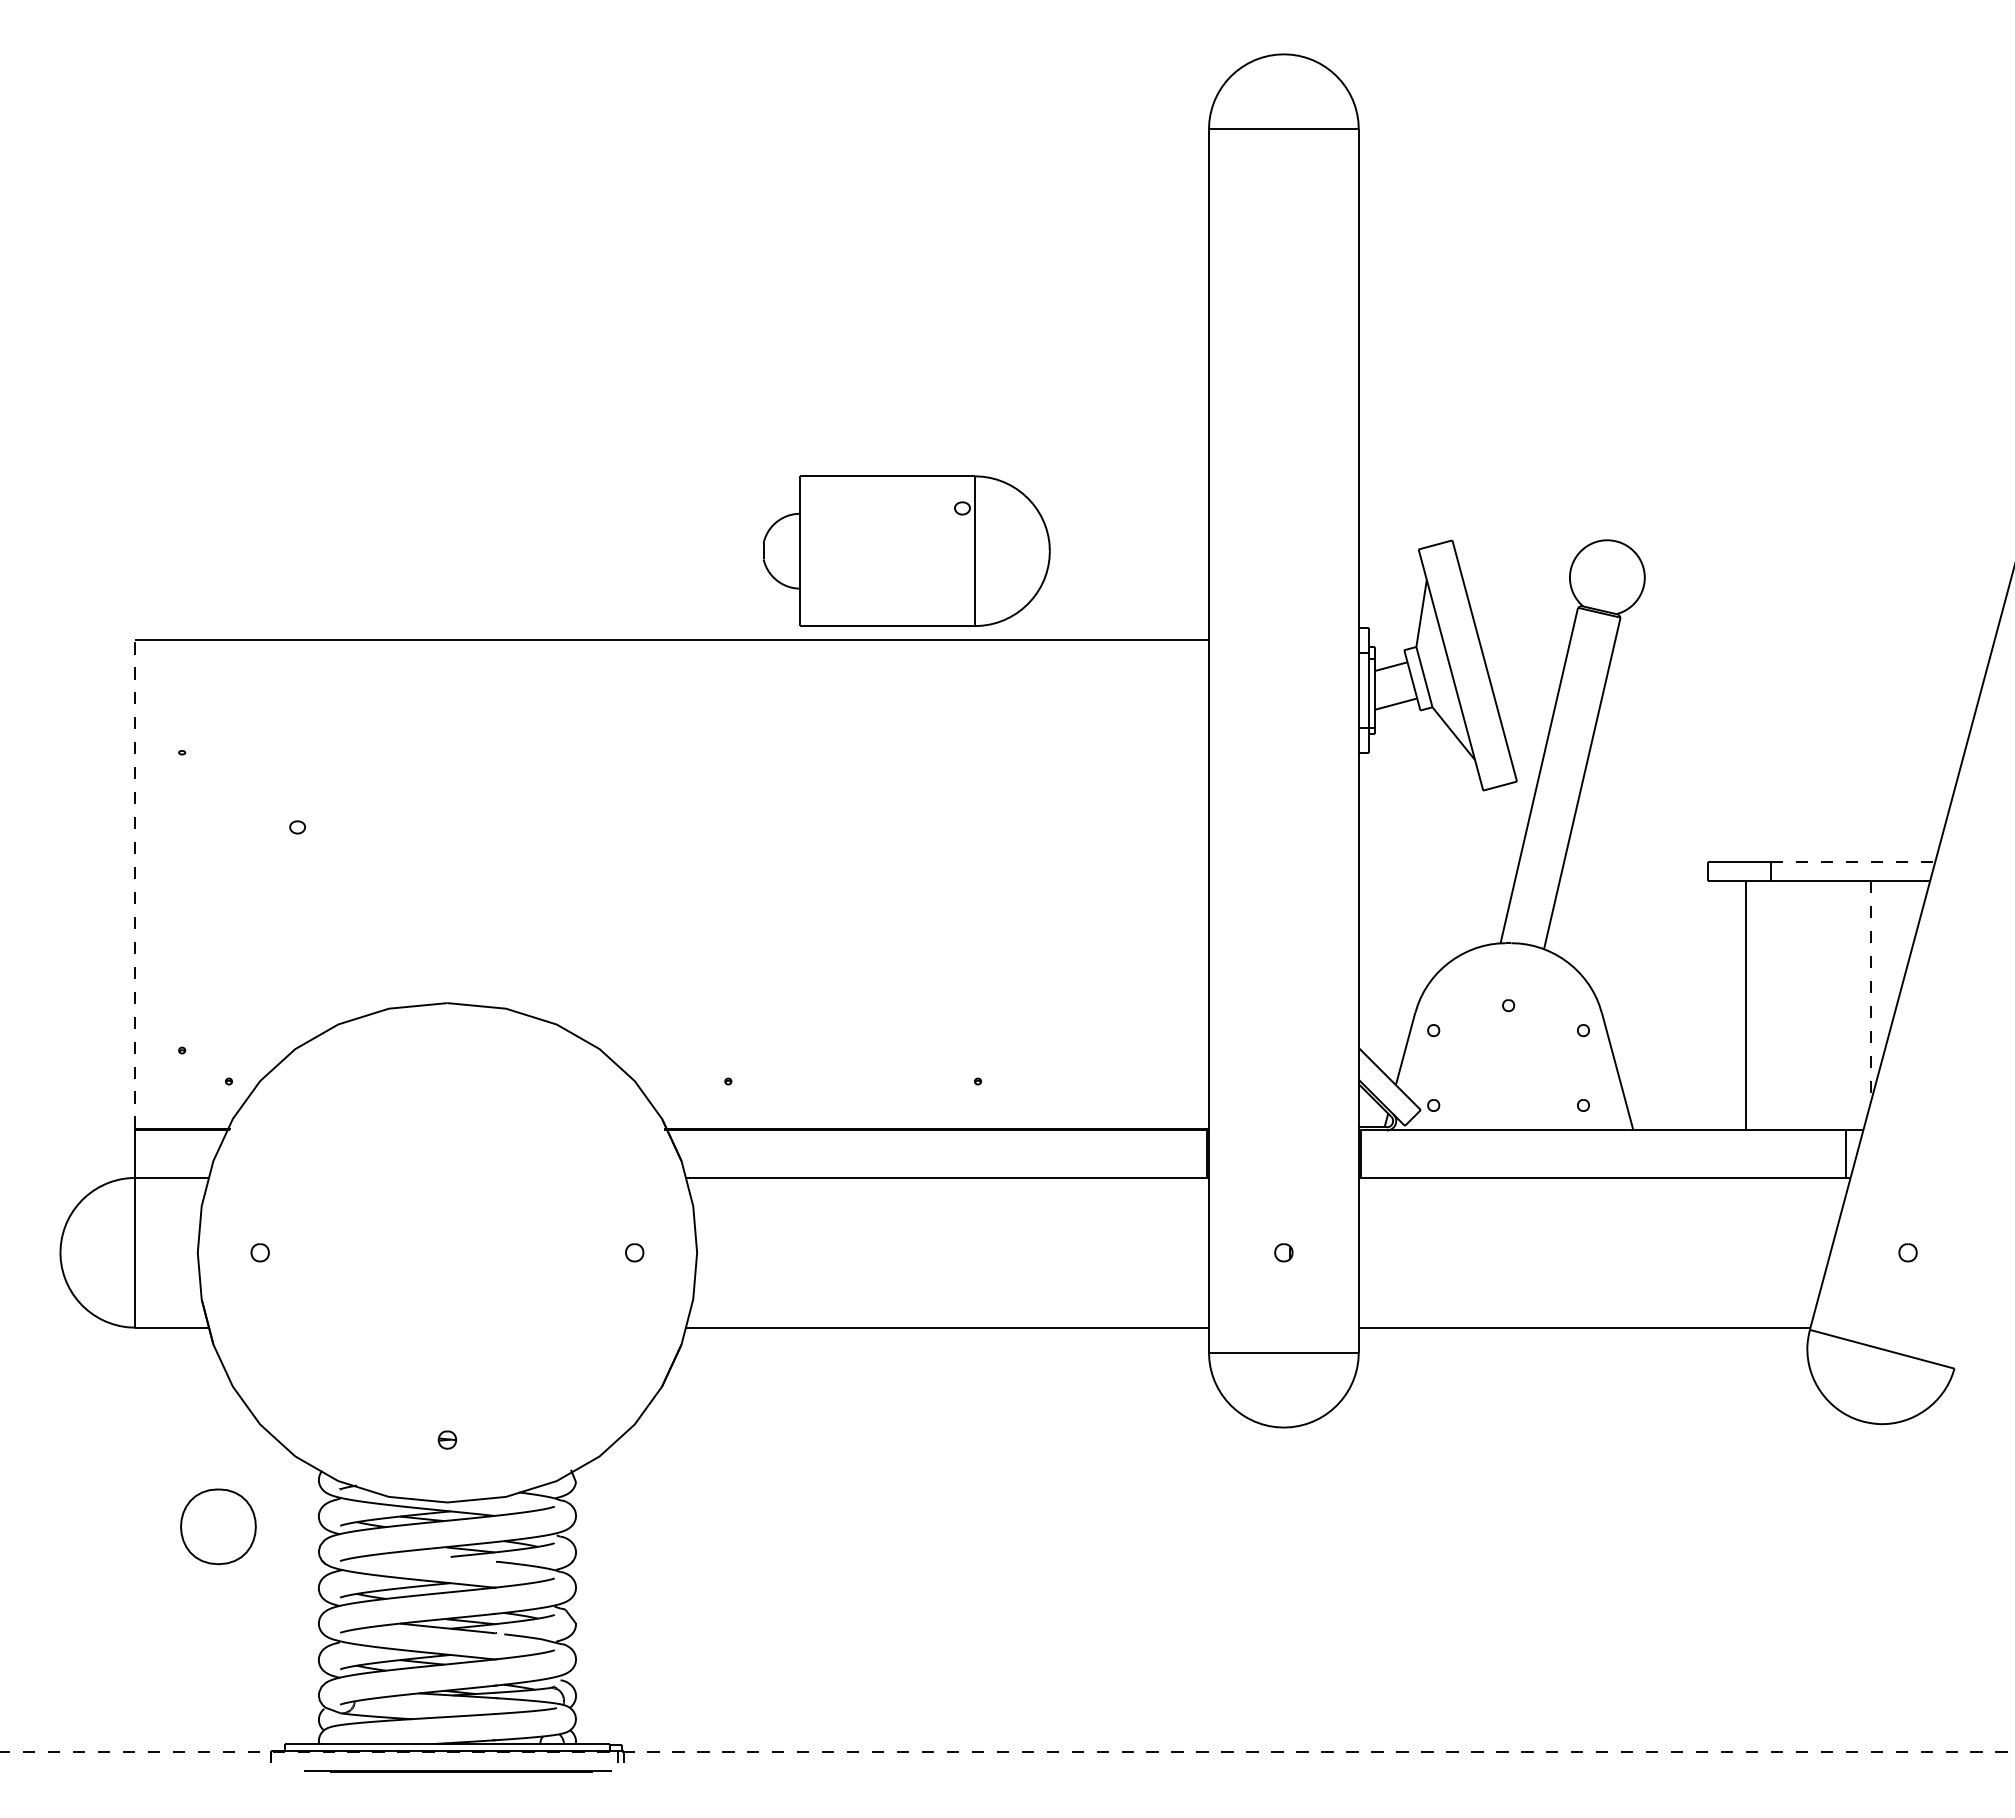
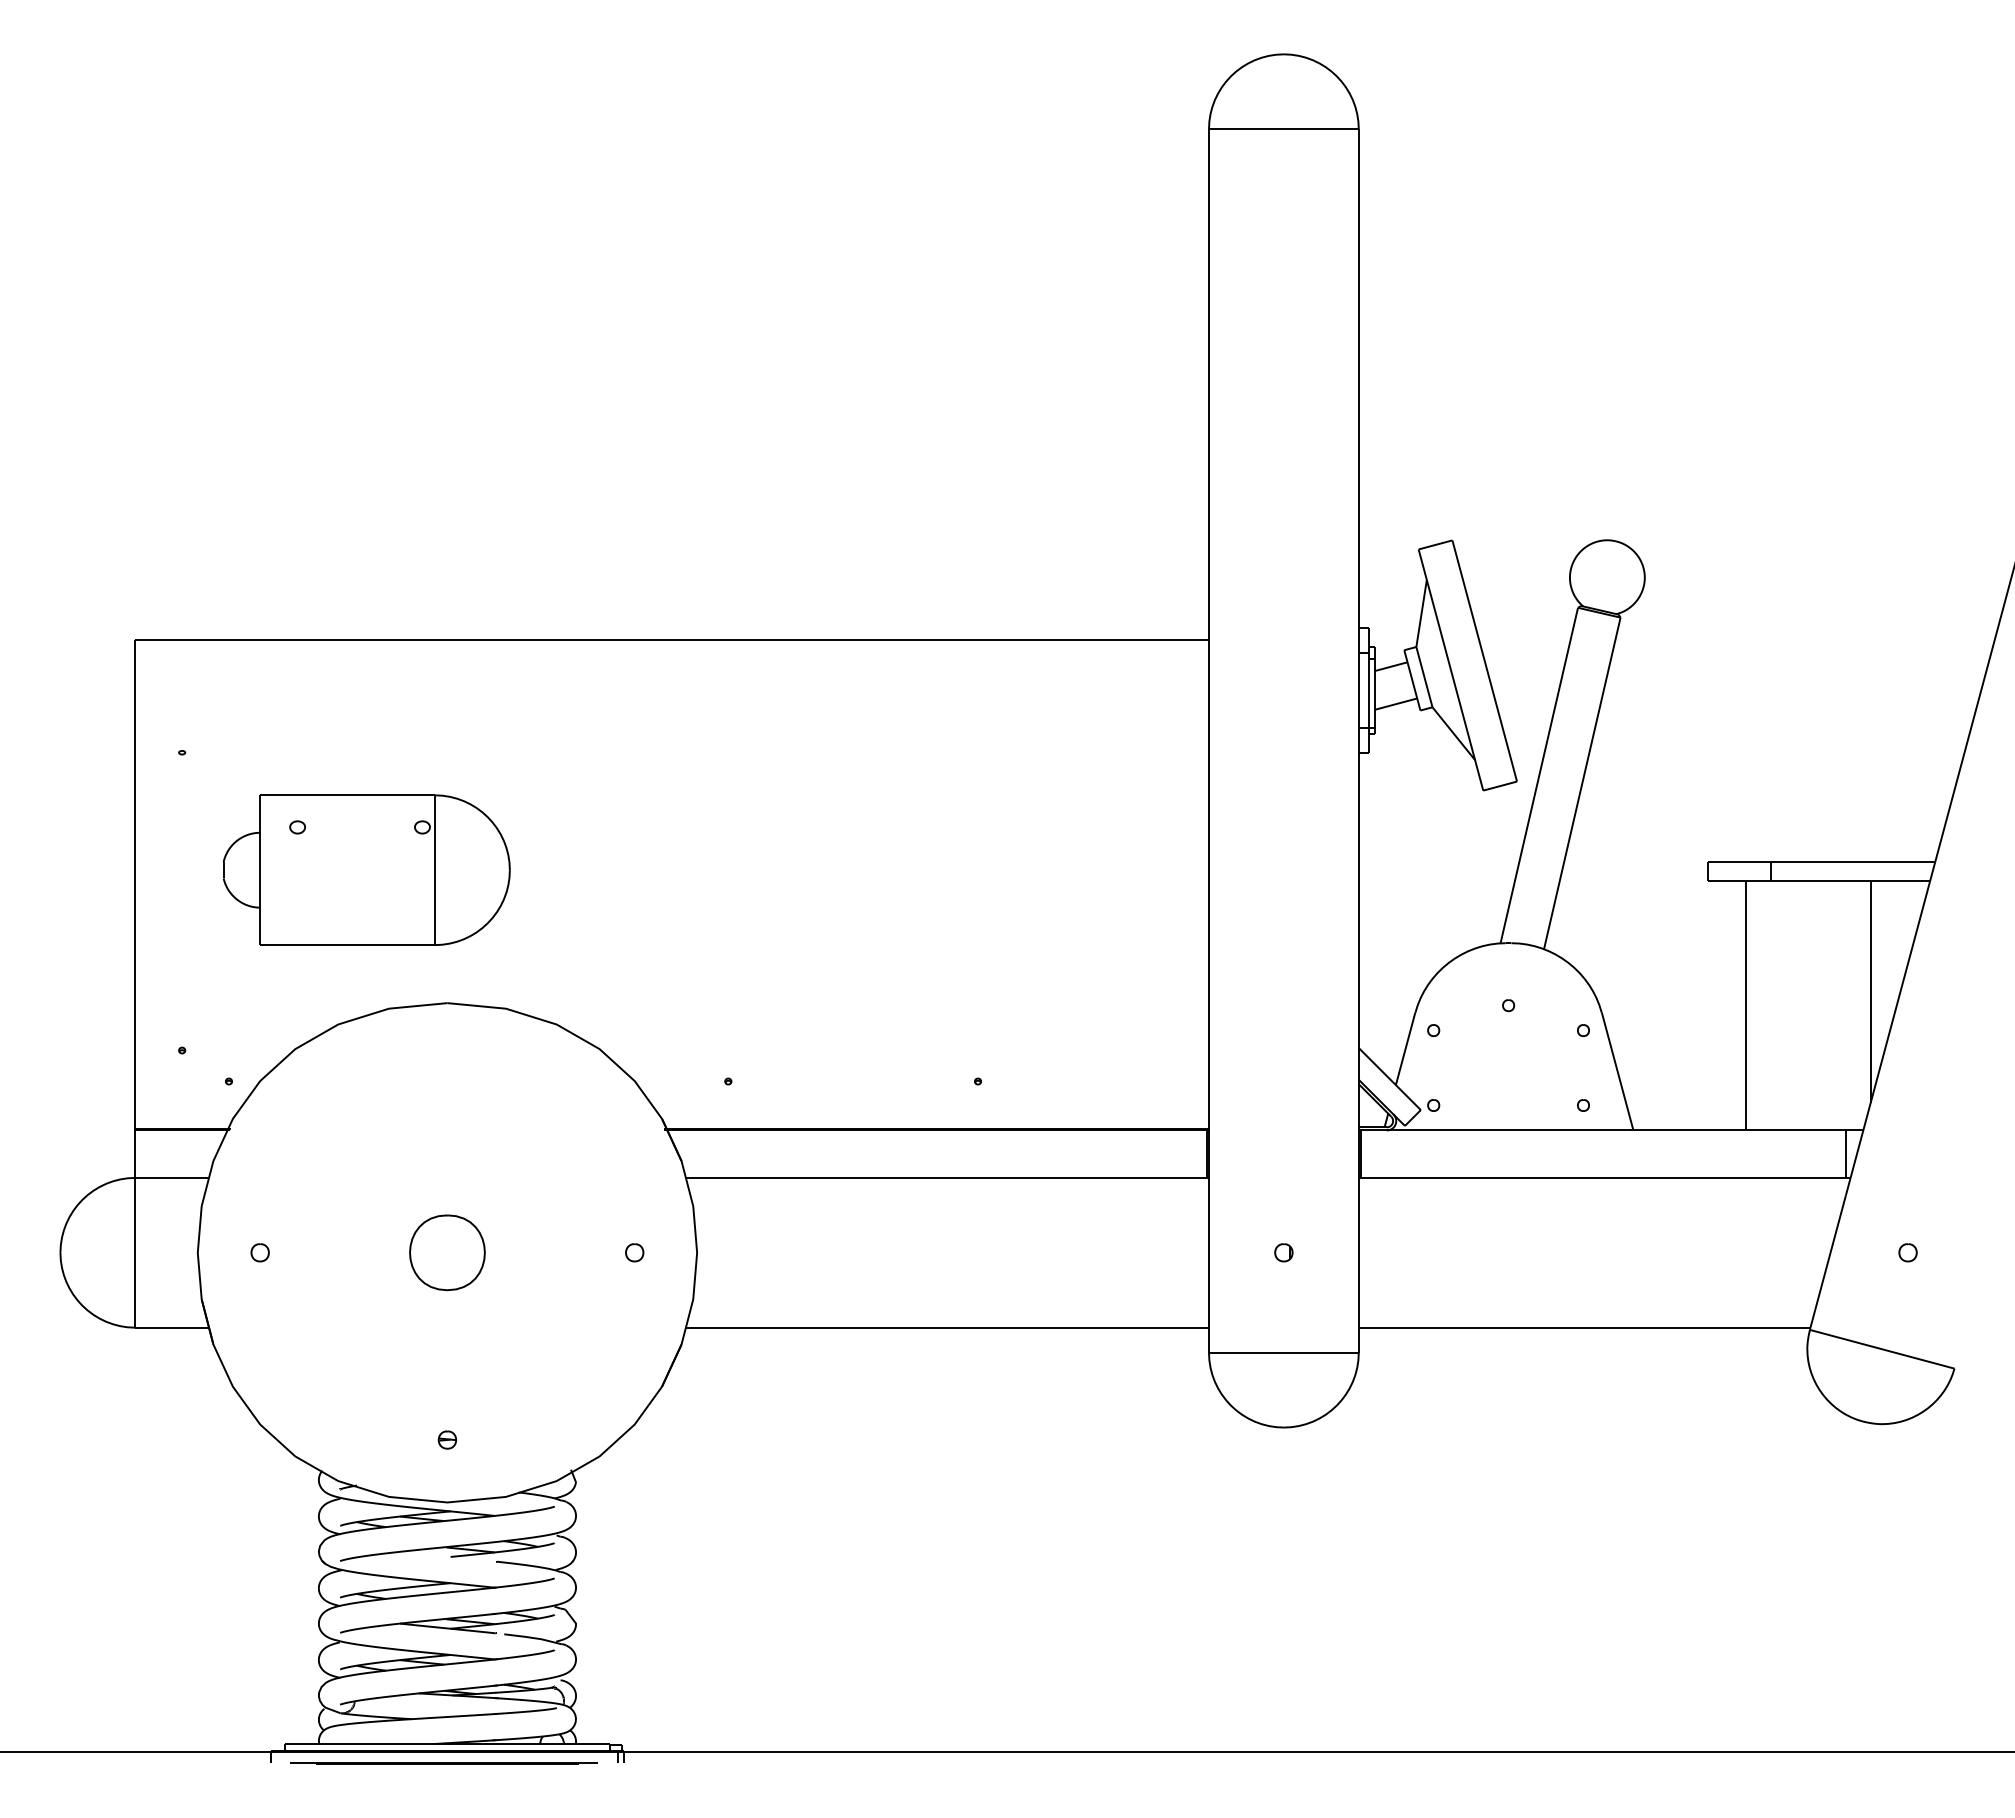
part at (906, 550) position: (906, 550) -> (366, 869)
line at (1853, 862): dashed -> solid
line at (135, 884): dashed -> solid
line at (1870, 992): dashed -> solid
part at (218, 1526) position: (218, 1526) -> (447, 1252)
line at (1007, 1752): dashed -> solid
line at (457, 1771) position: (457, 1771) -> (443, 1763)
